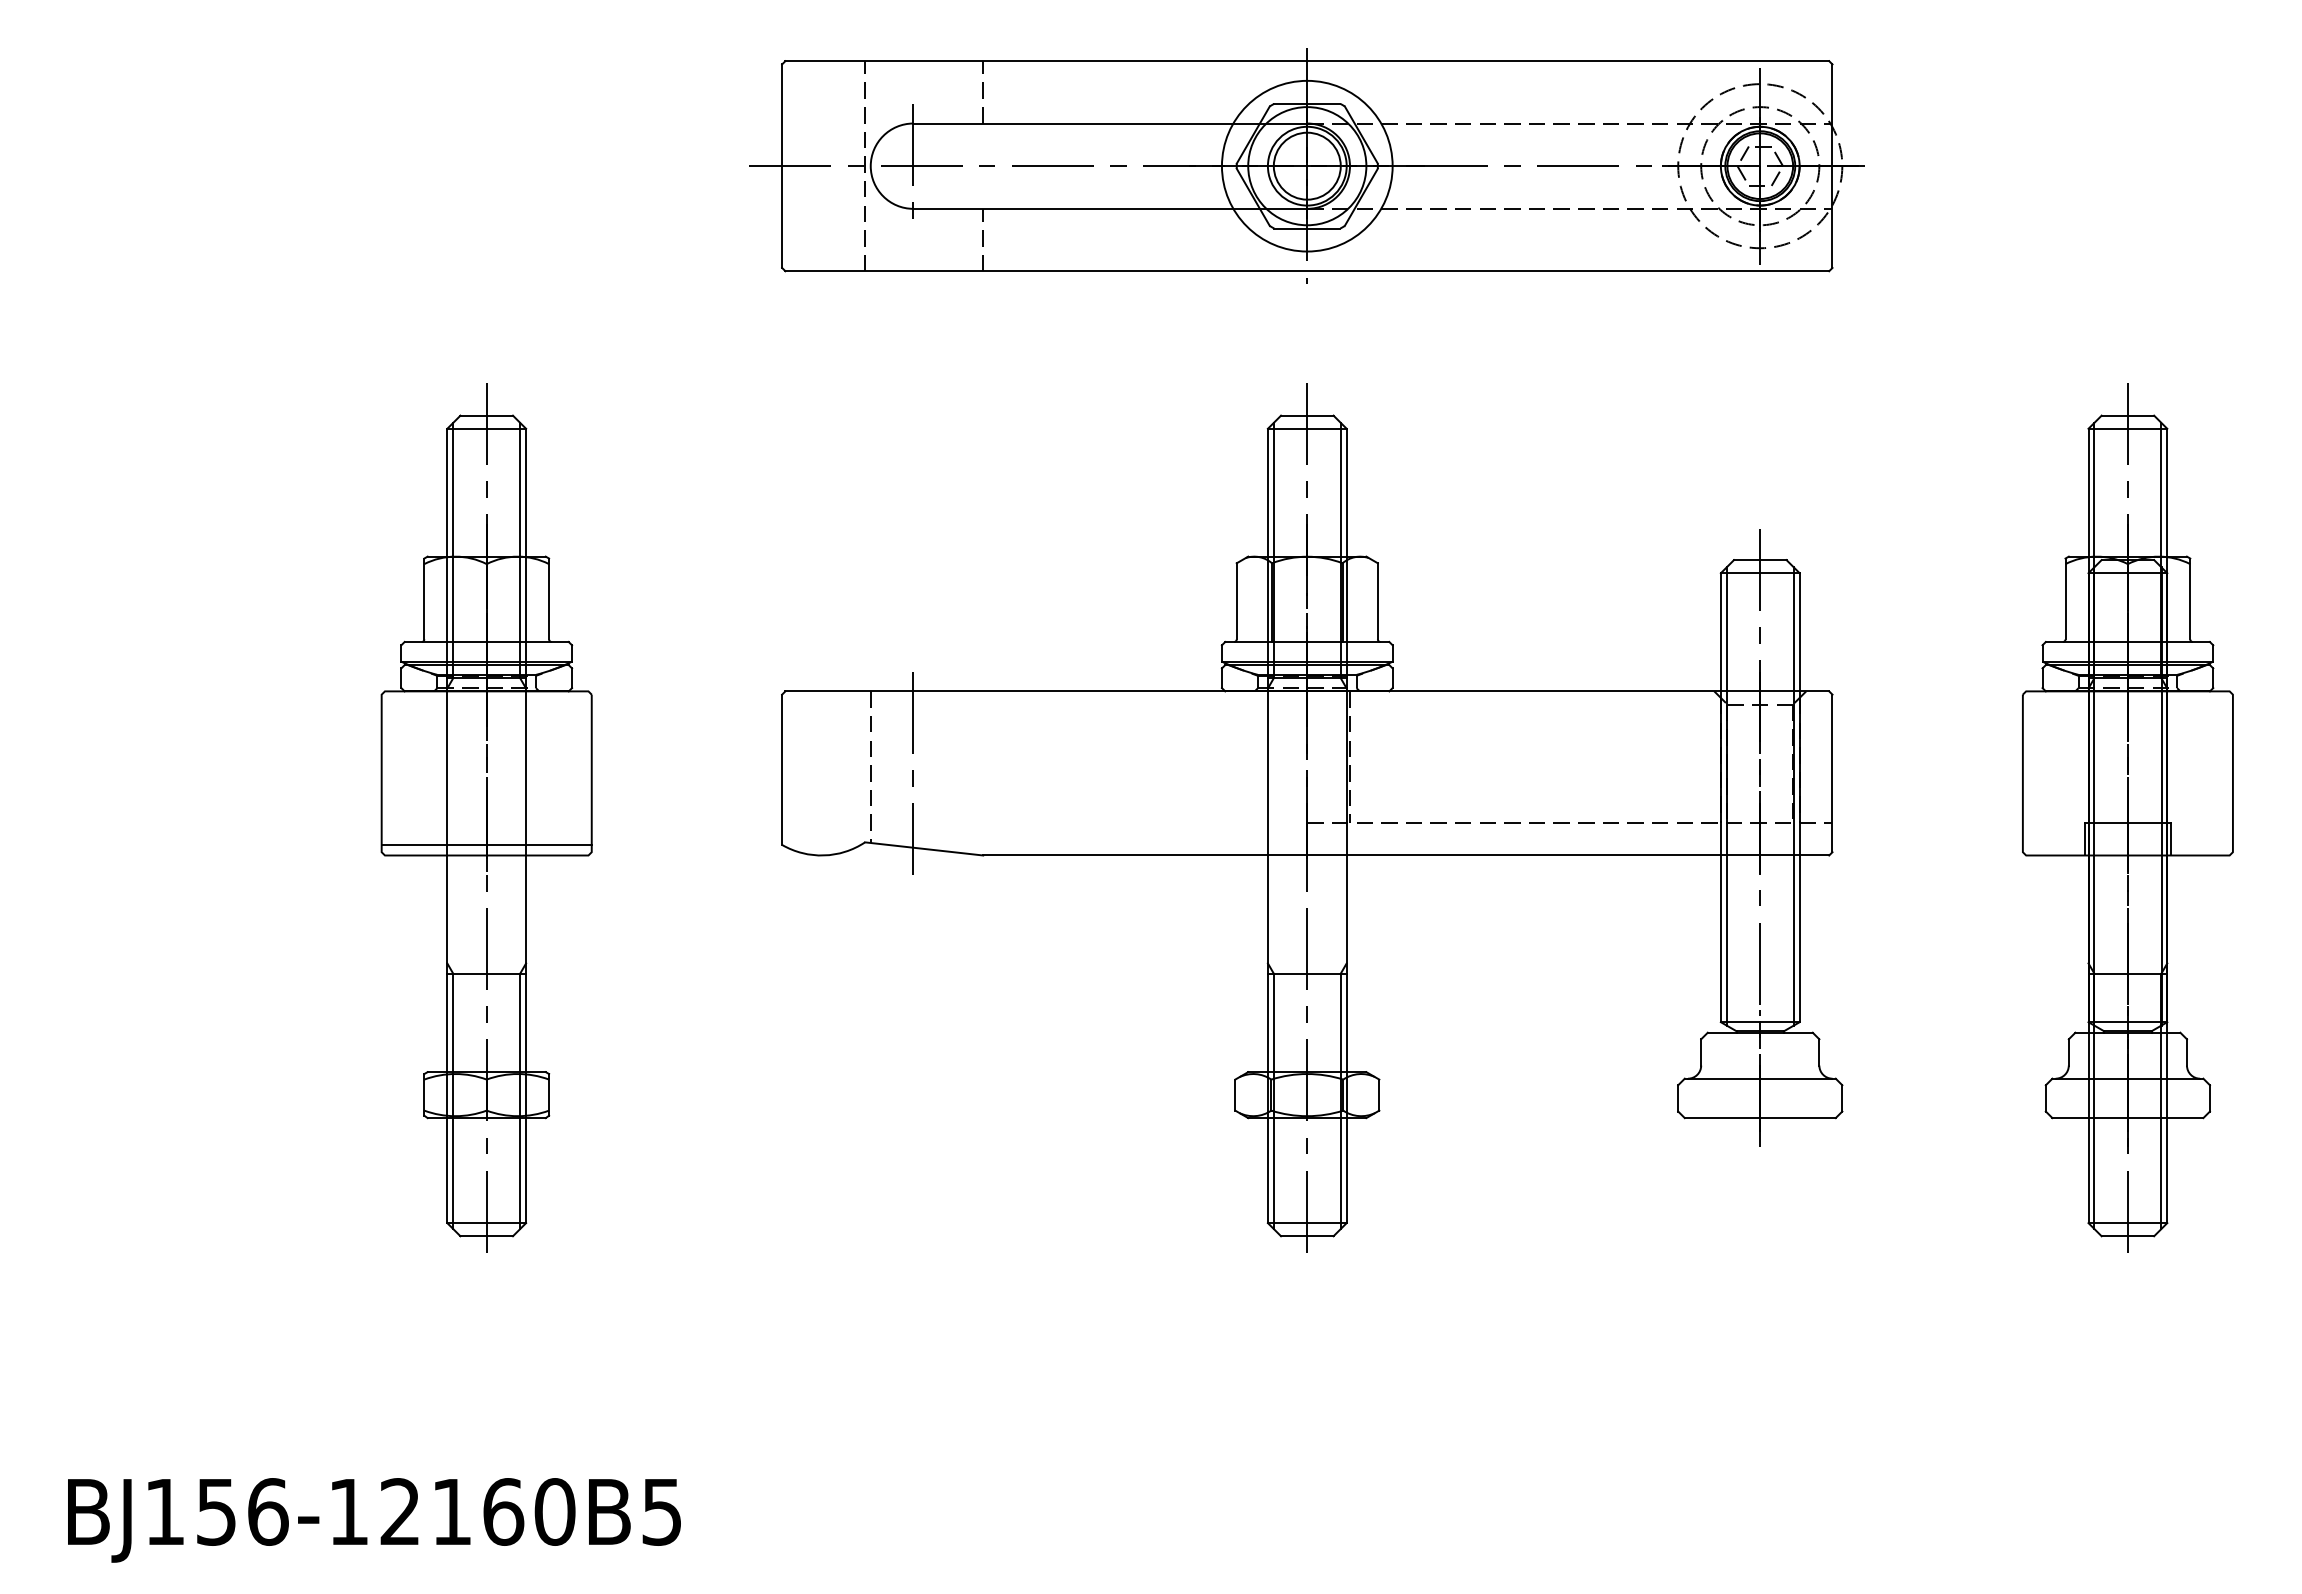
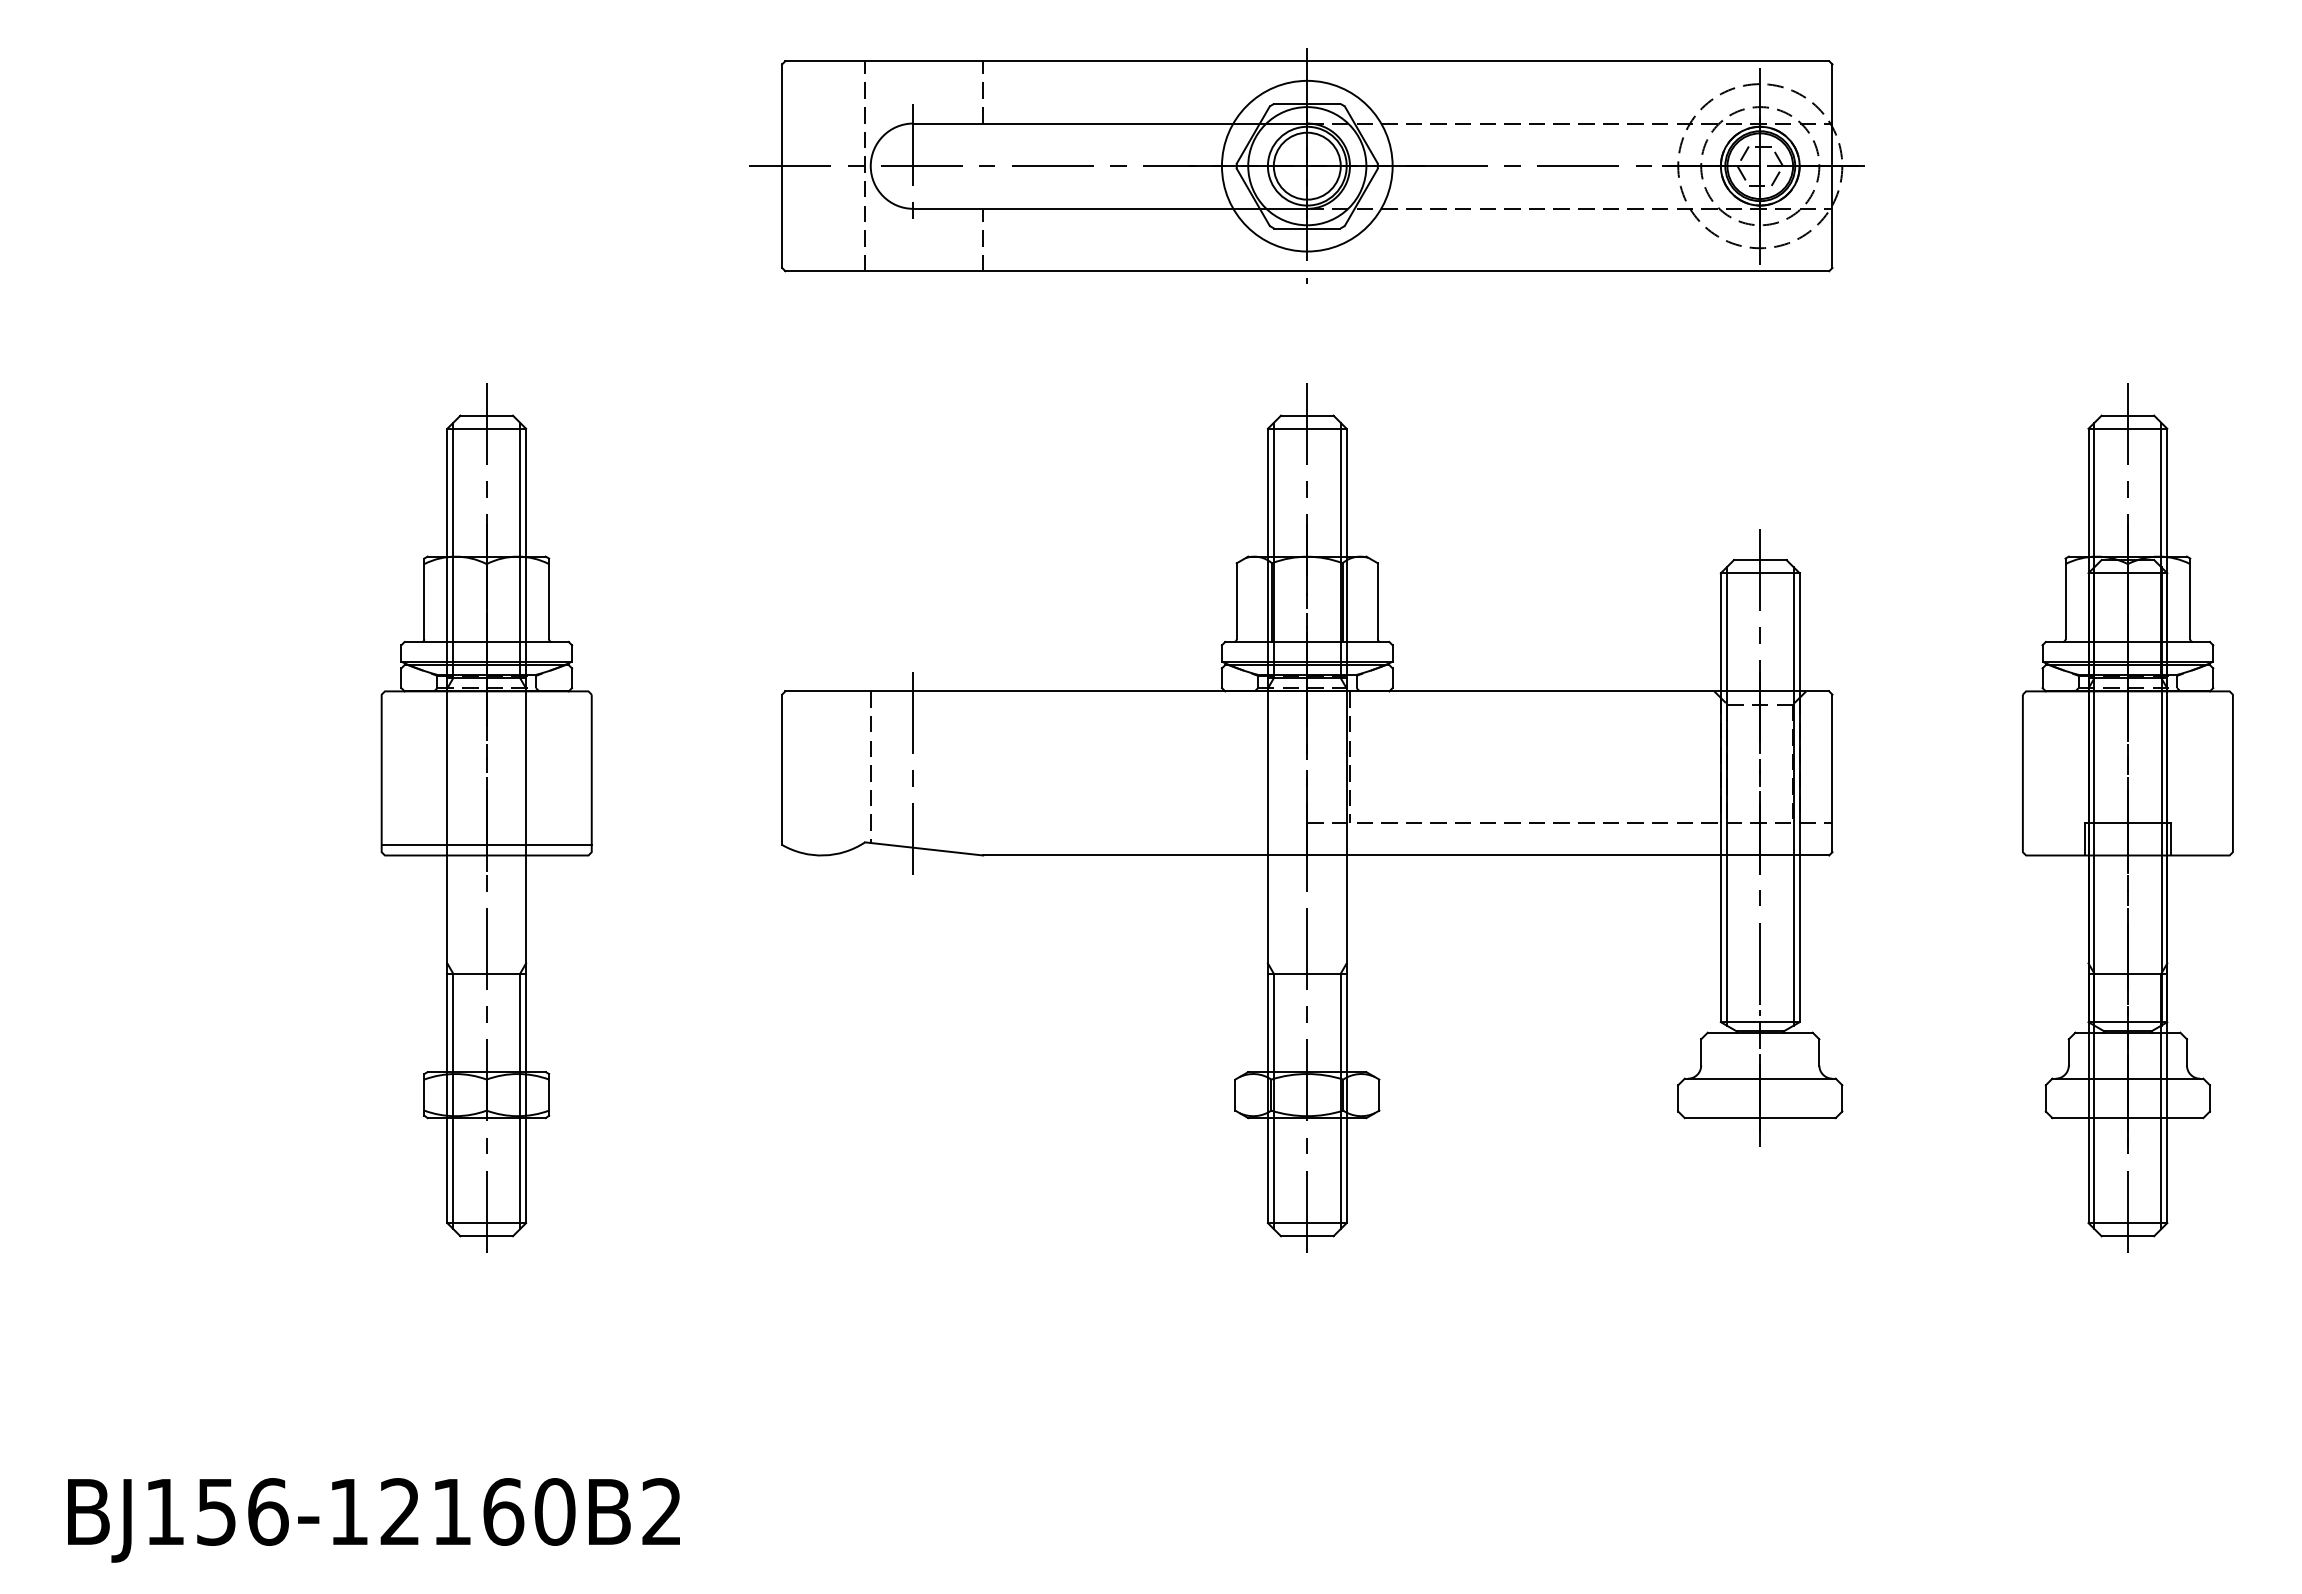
text at (661, 1511): BJ156-12160B5 -> BJ156-12160B2
